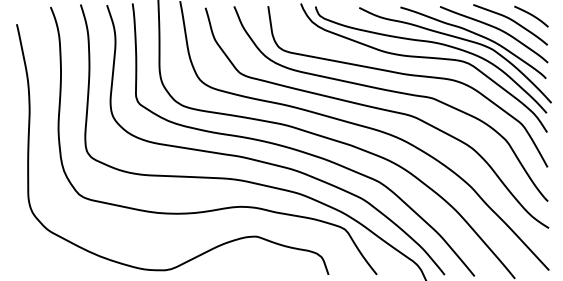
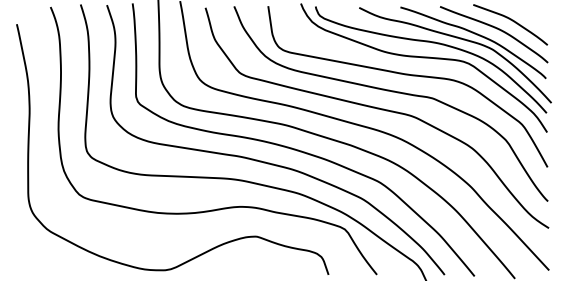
curve at (531, 15): present -> none
